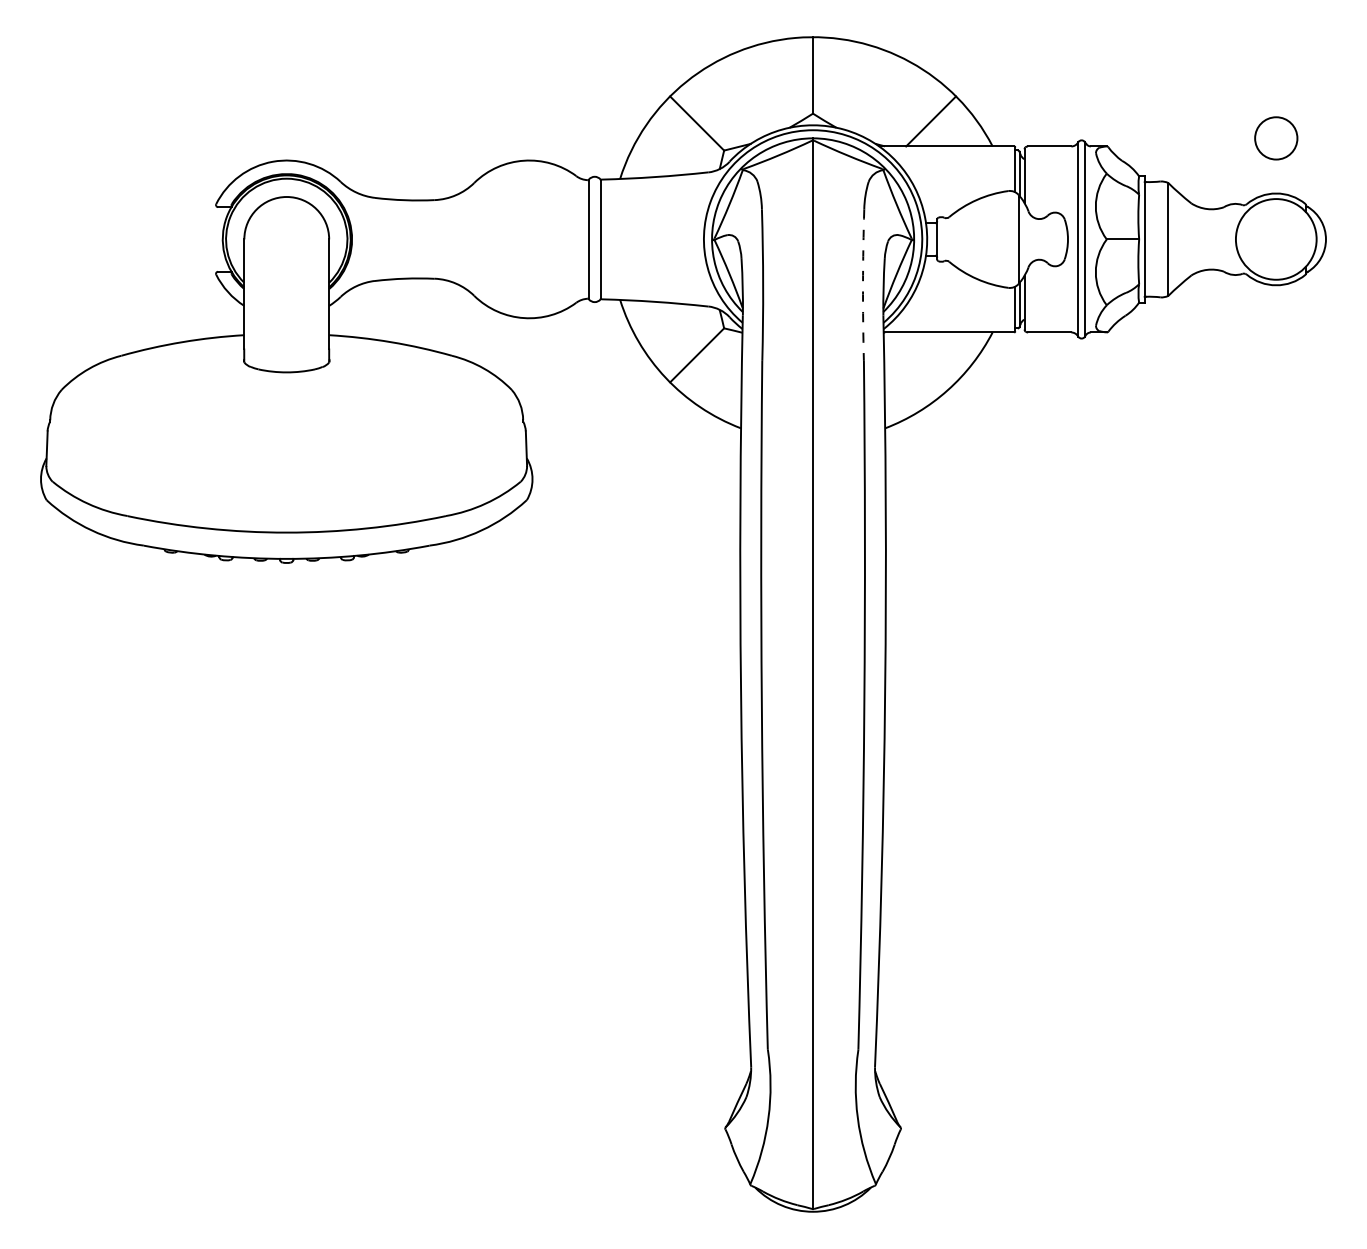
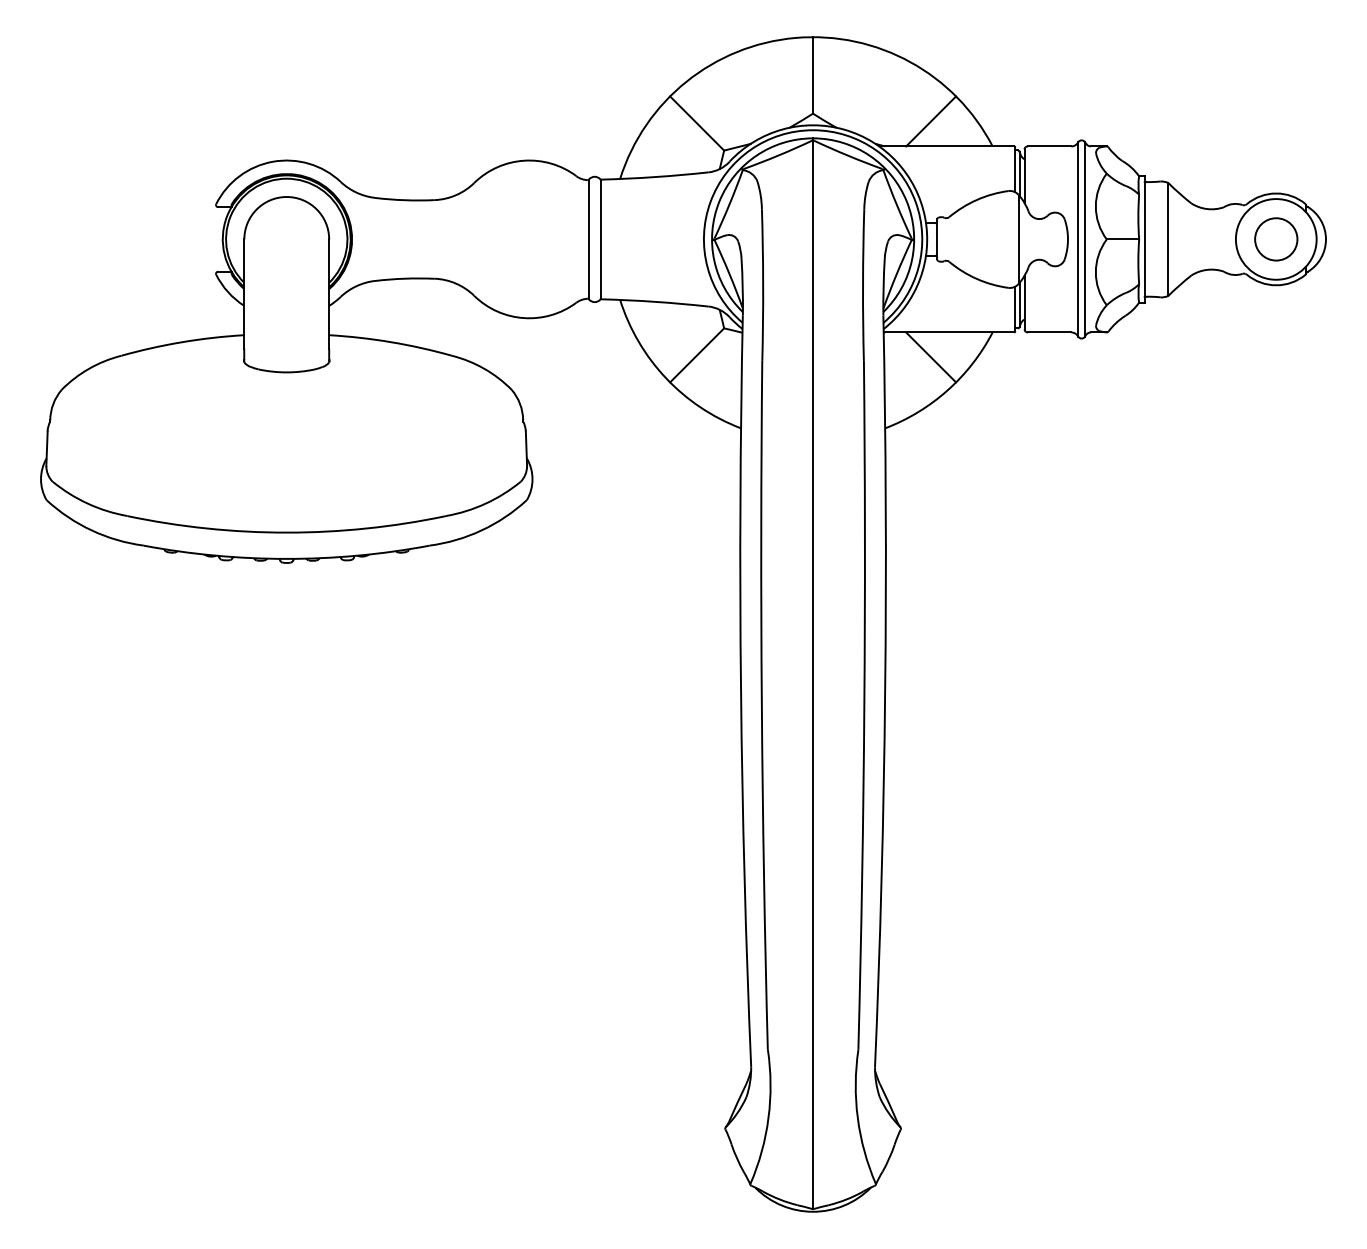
circle at (1276, 138) position: (1276, 138) -> (1276, 239)
arc at (863, 285): dashed -> solid
line at (931, 357): none -> present
